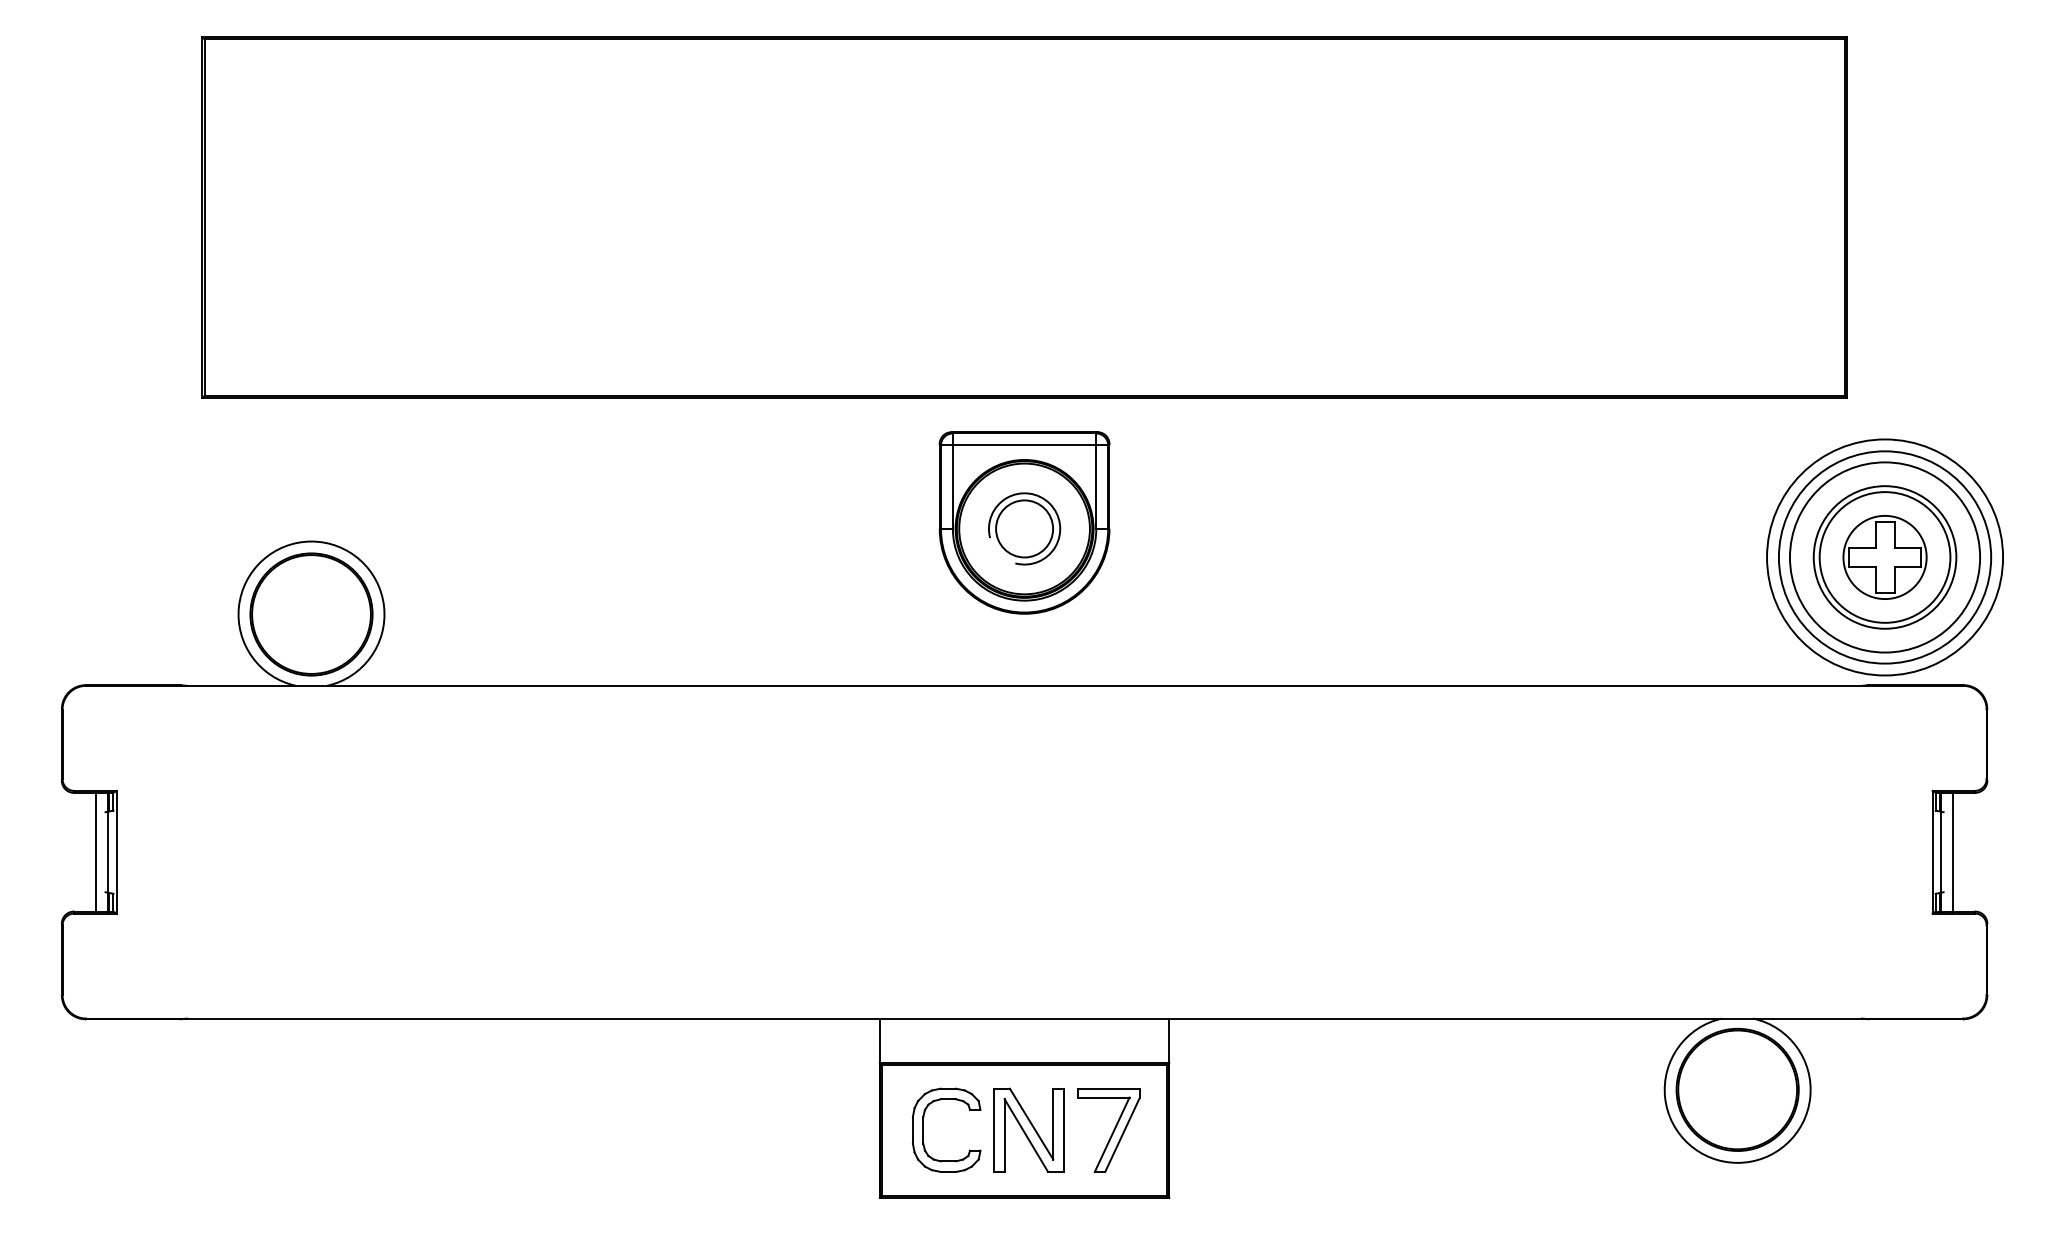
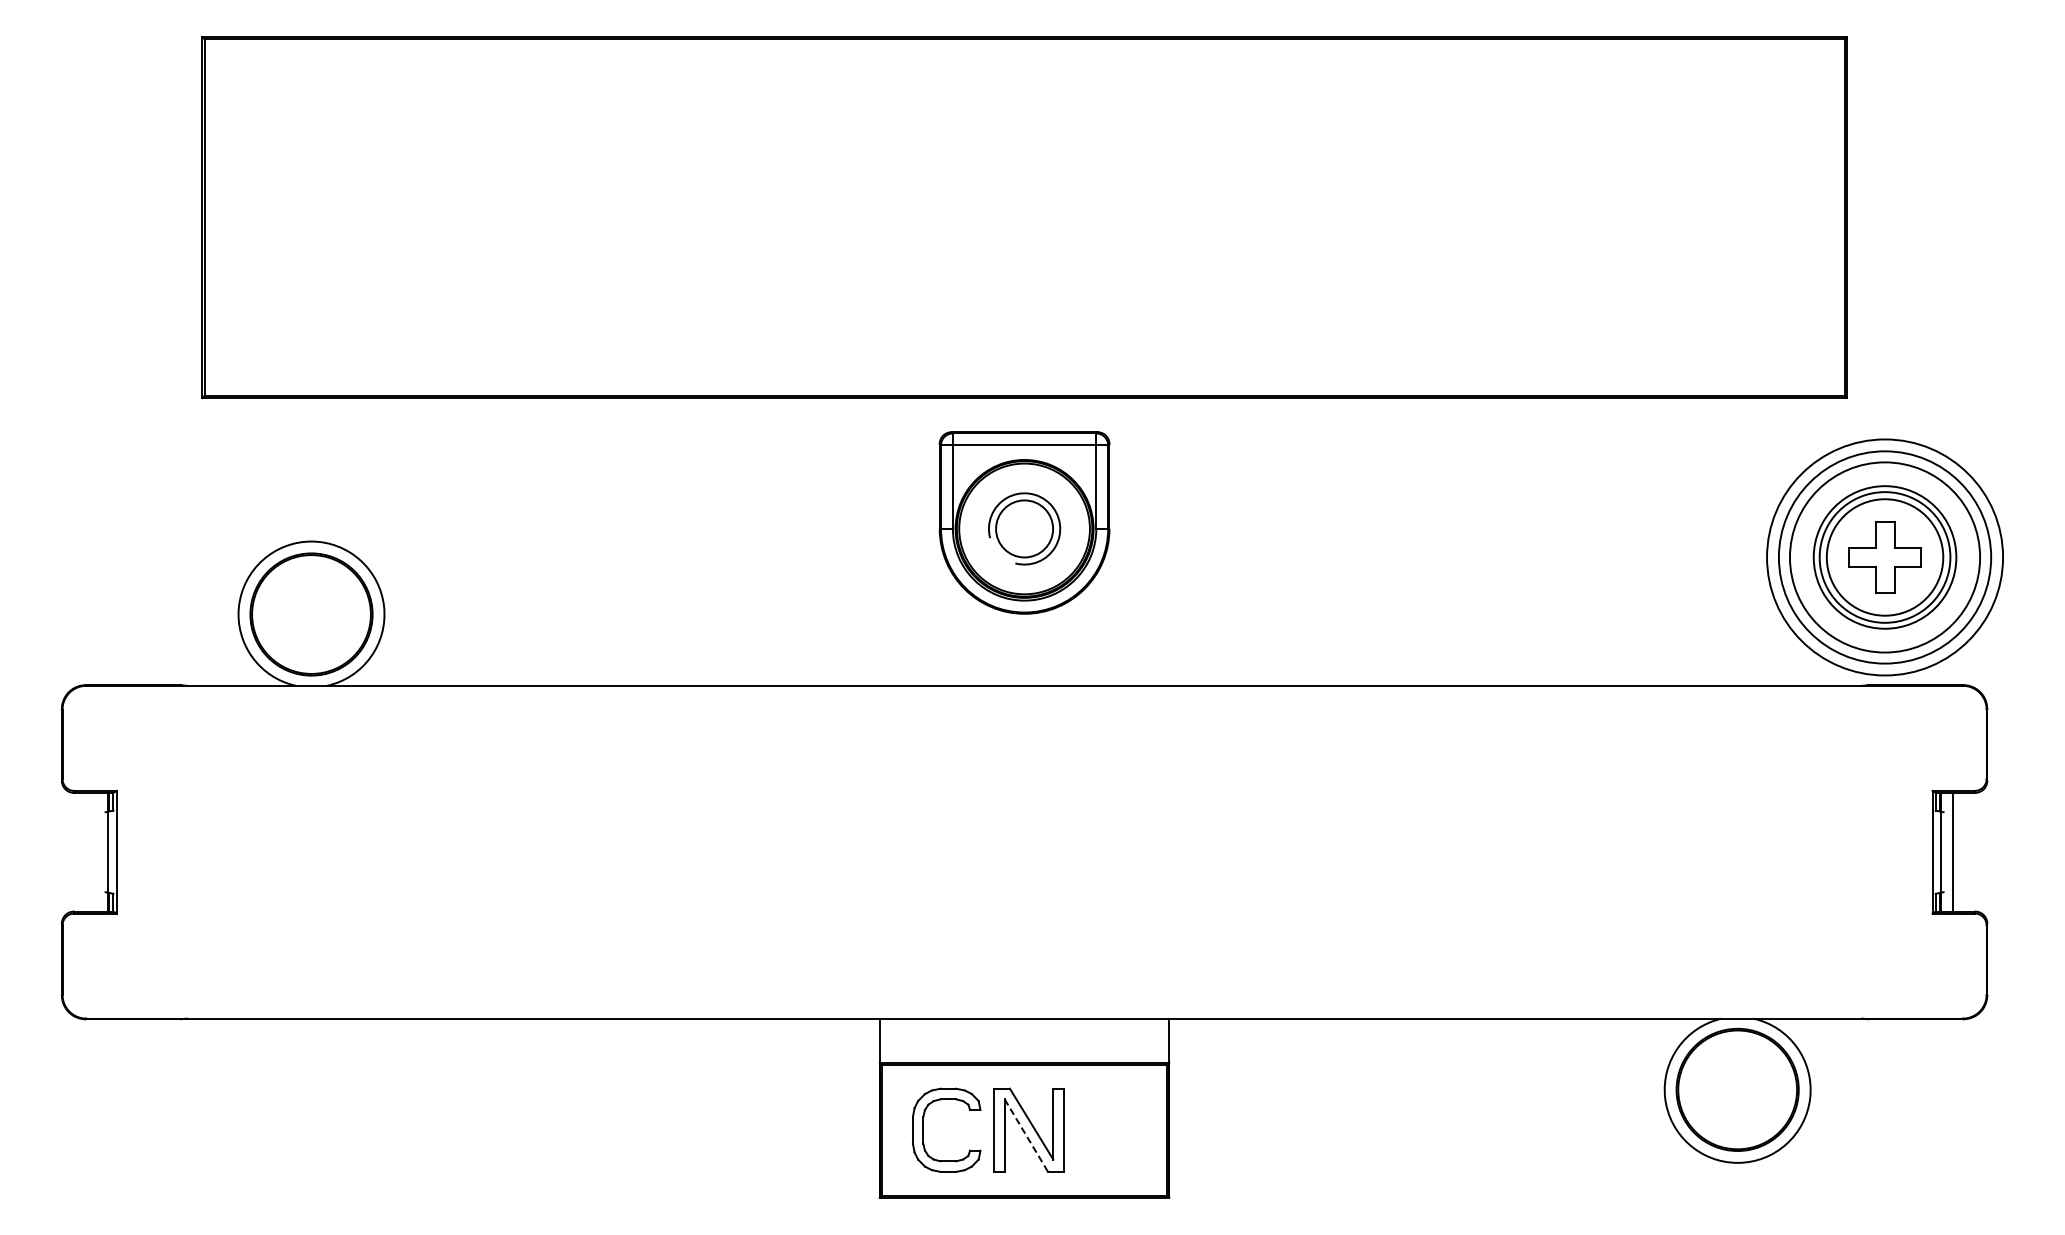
circle at (1884, 557) diameter: 83 px -> 116 px
line at (95, 851): present -> none
part at (1108, 1130): present -> none
line at (1026, 1136): solid -> dashed
